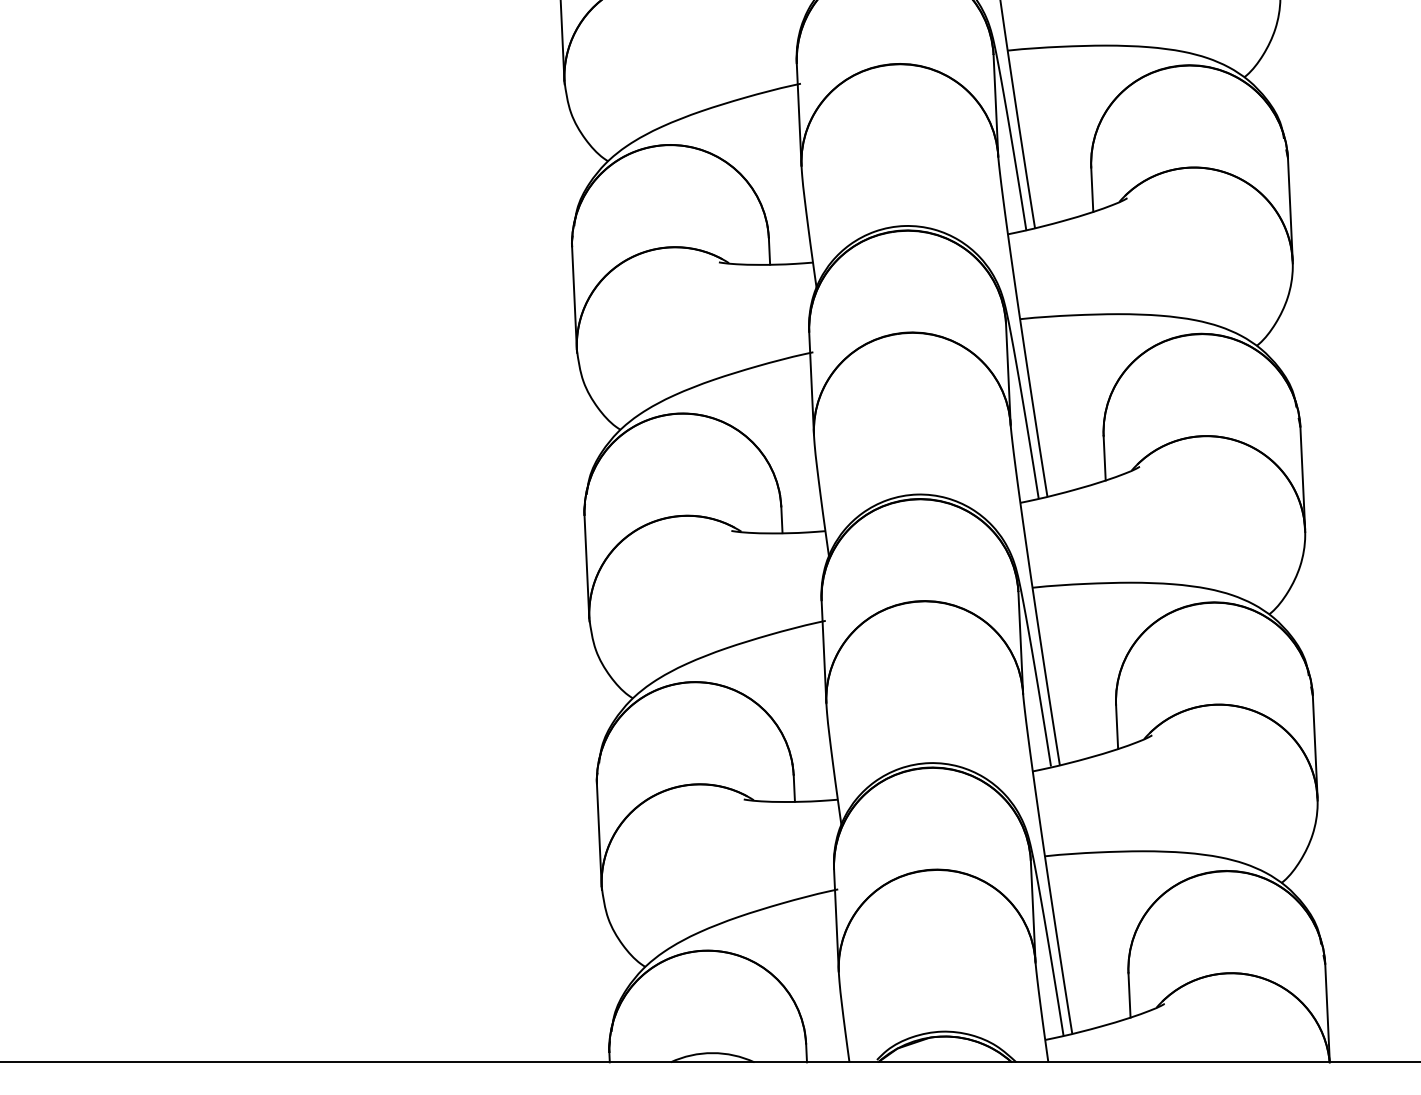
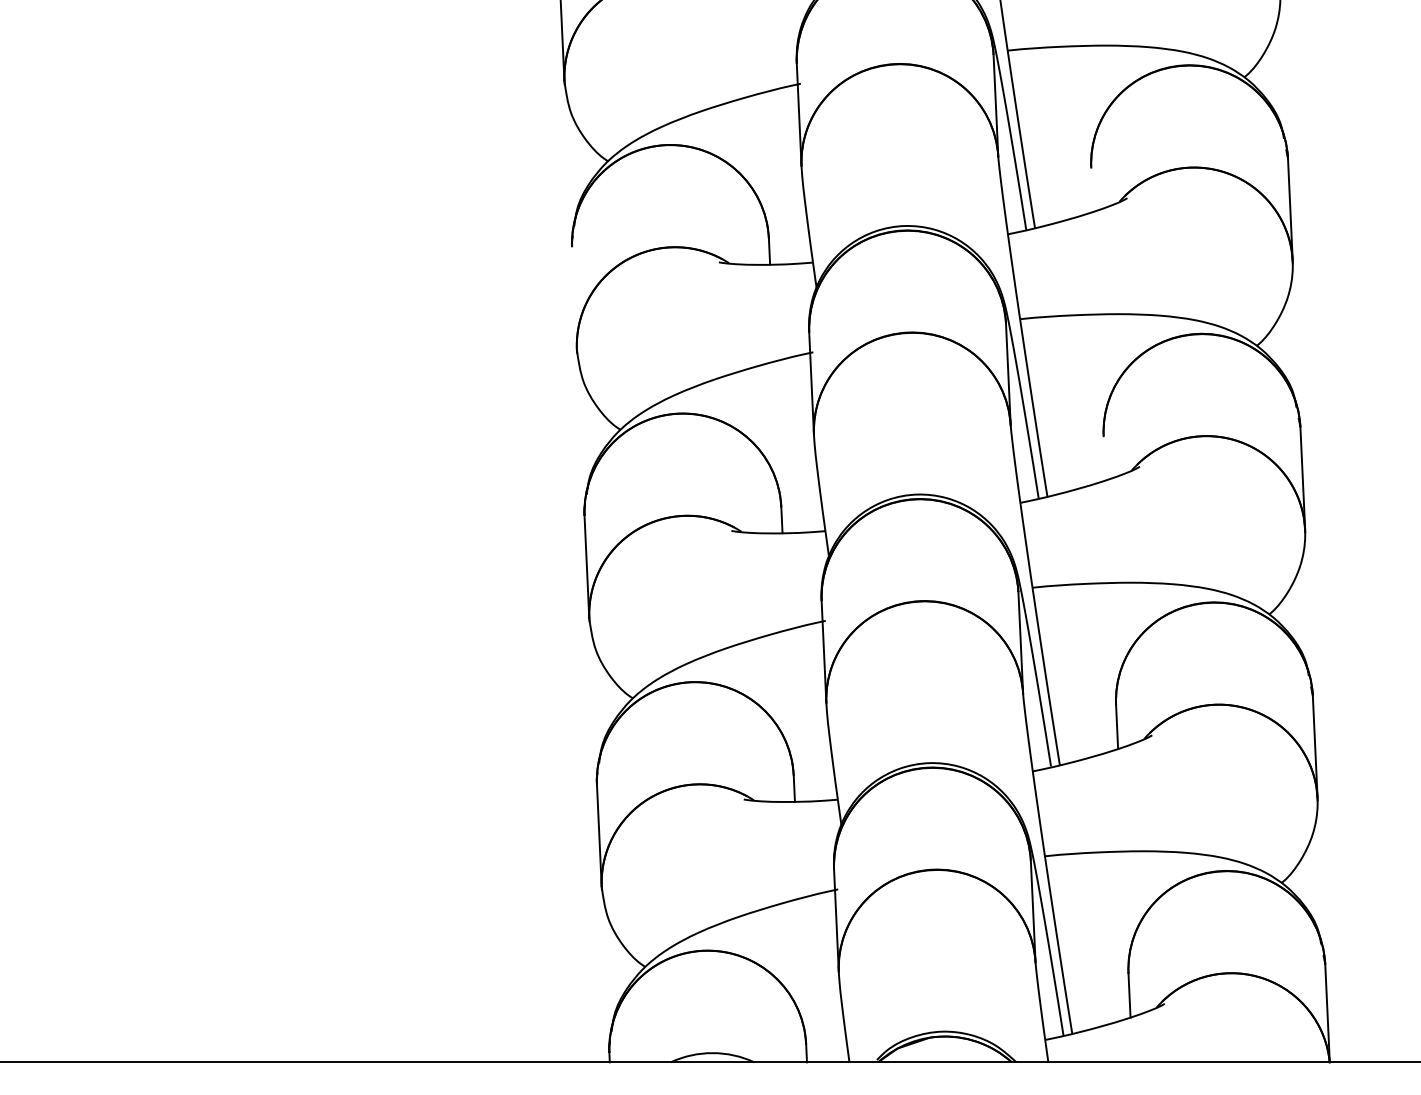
line at (1092, 189): present -> none
line at (574, 298): present -> none
line at (1104, 457): present -> none
